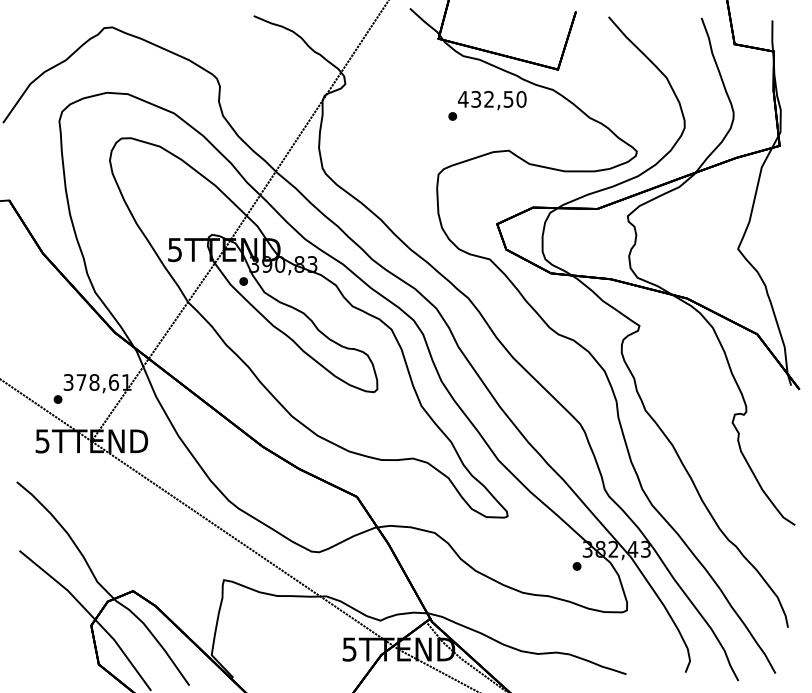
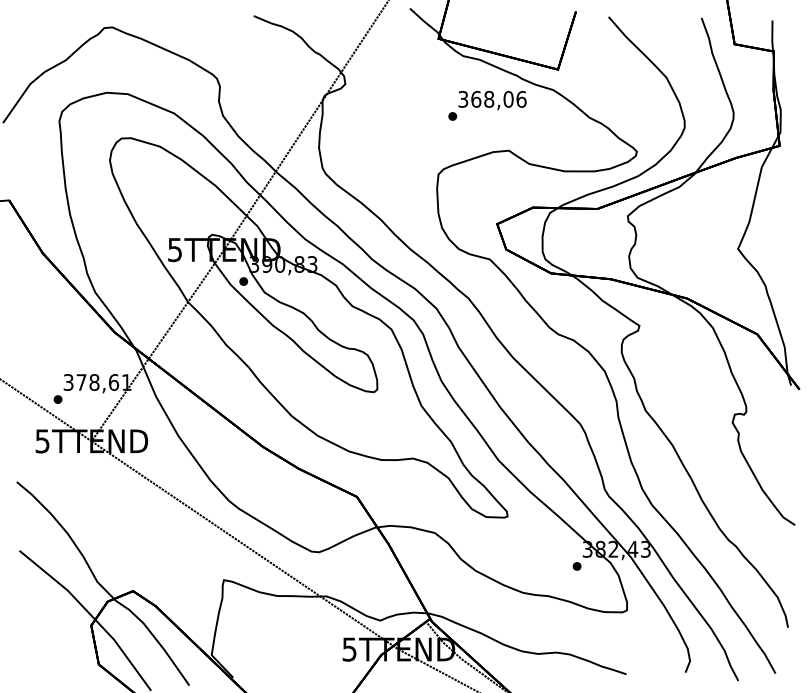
text at (491, 98): 432,50 -> 368,06
